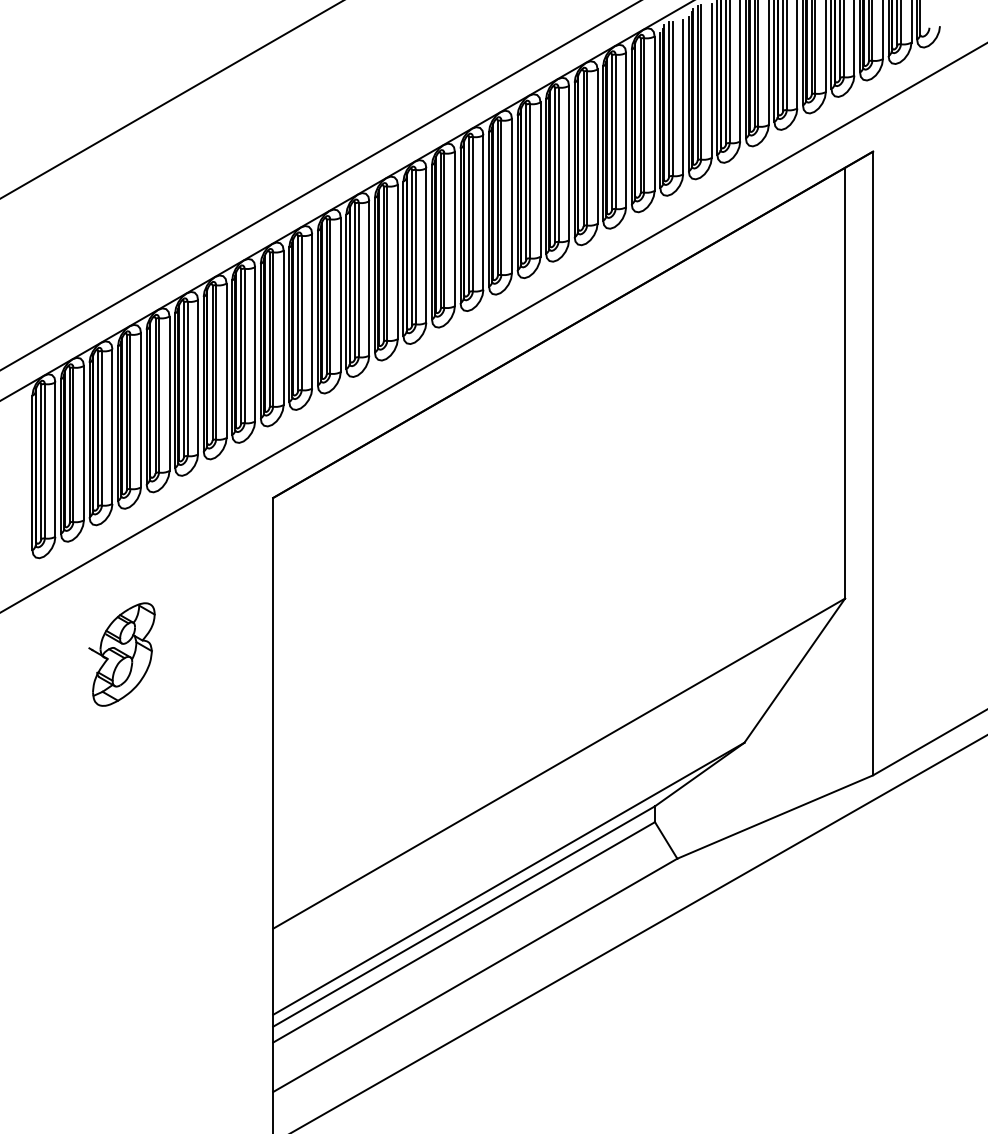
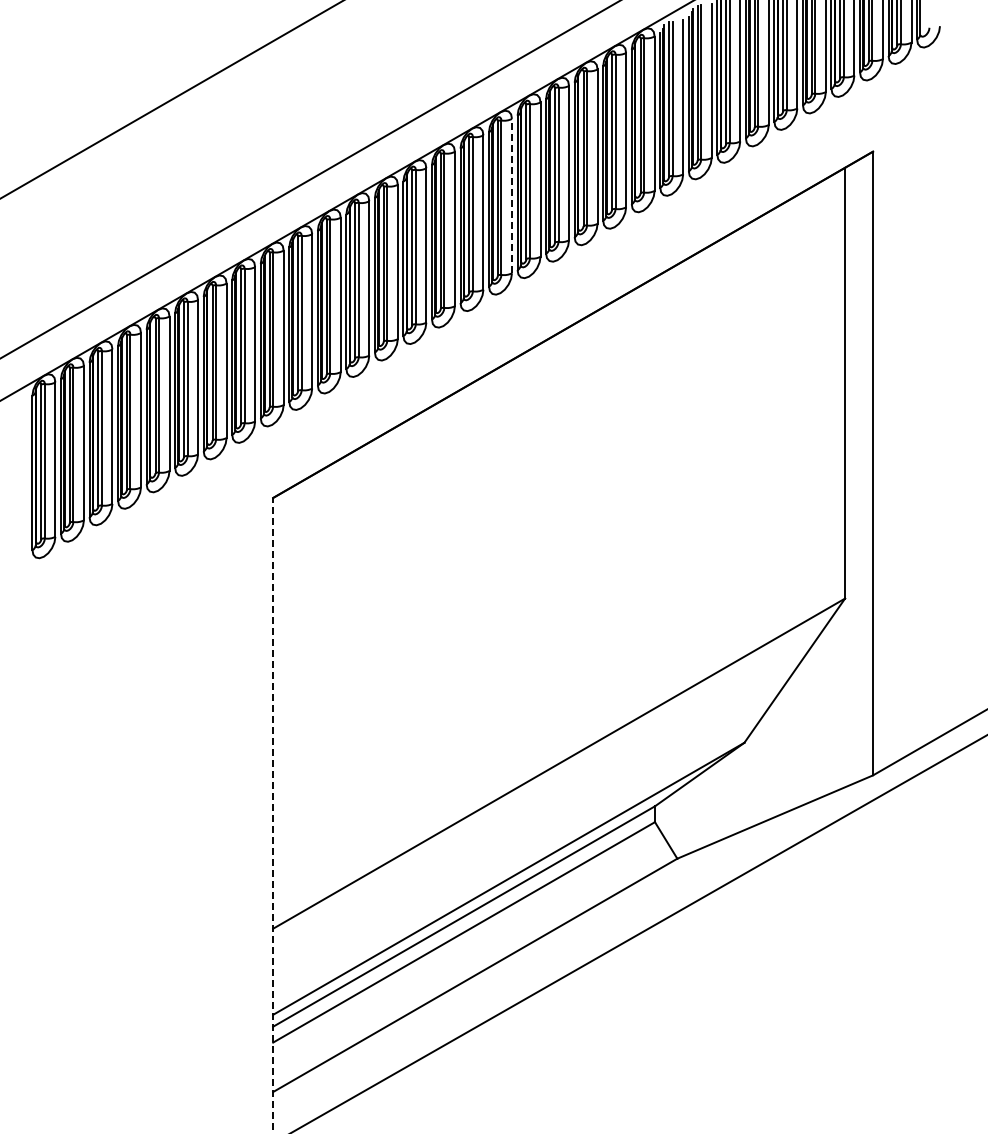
line at (319, 185) position: (319, 185) -> (309, 179)
line at (511, 195): solid -> dashed
line at (493, 327): present -> none
part at (121, 654): present -> none
line at (273, 815): solid -> dashed
